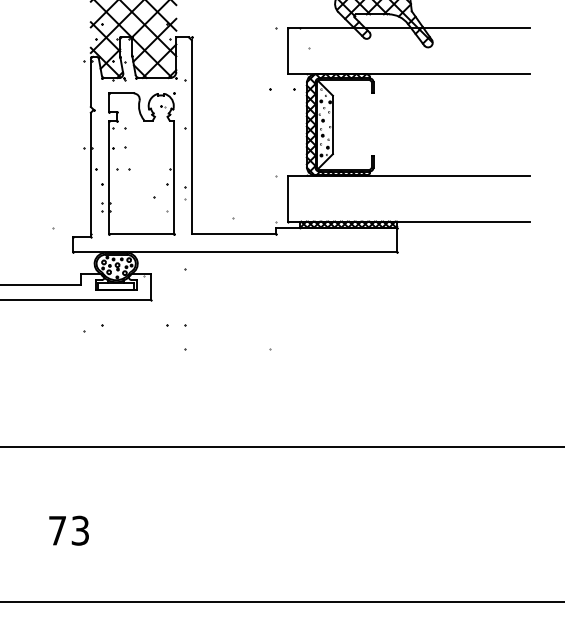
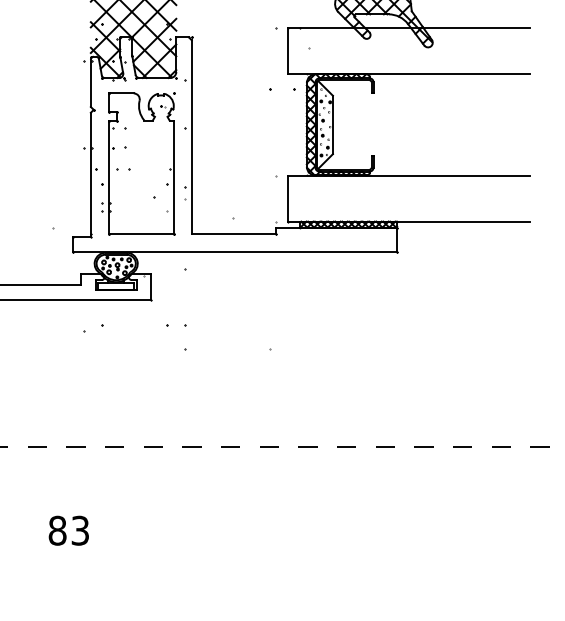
line at (282, 446): solid -> dashed
text at (57, 530): 73 -> 83
line at (281, 602): present -> none
